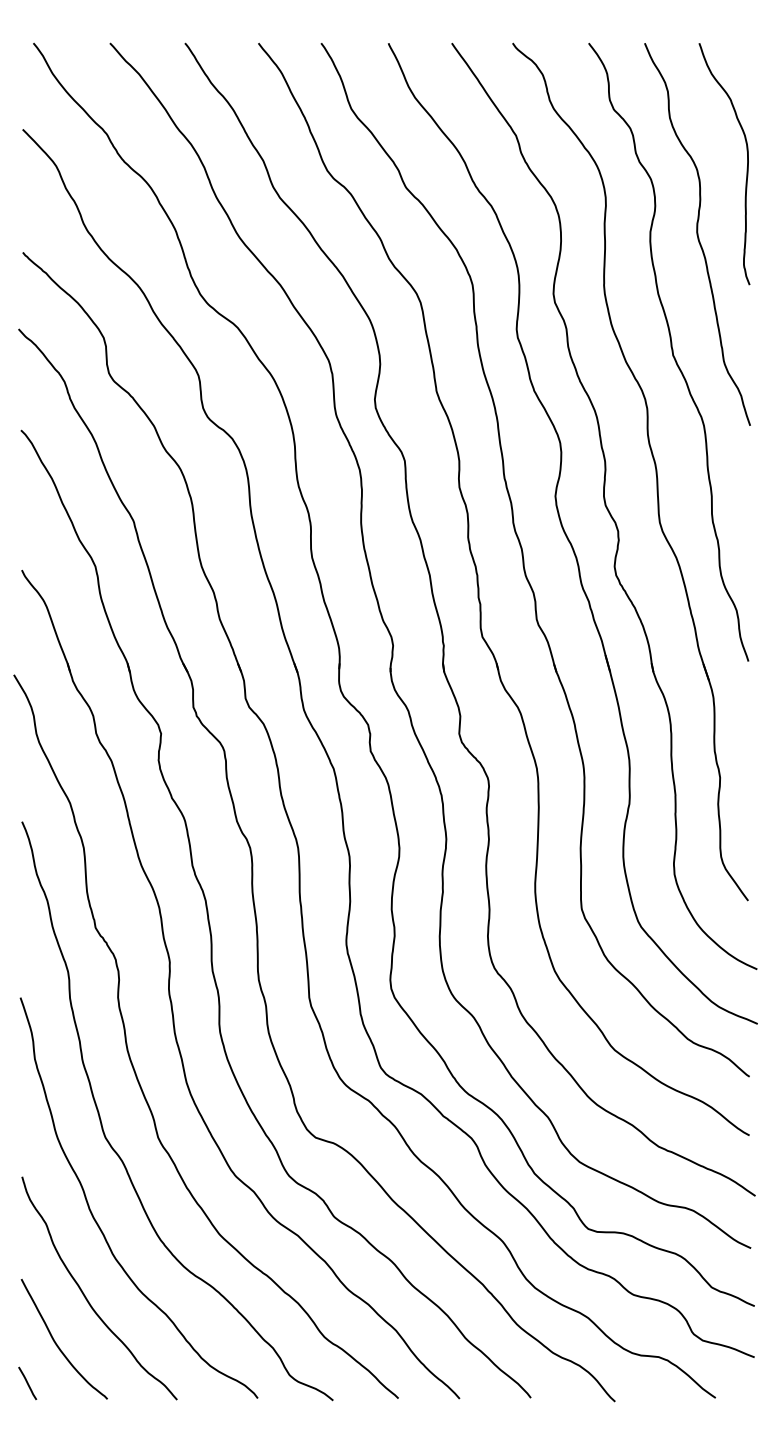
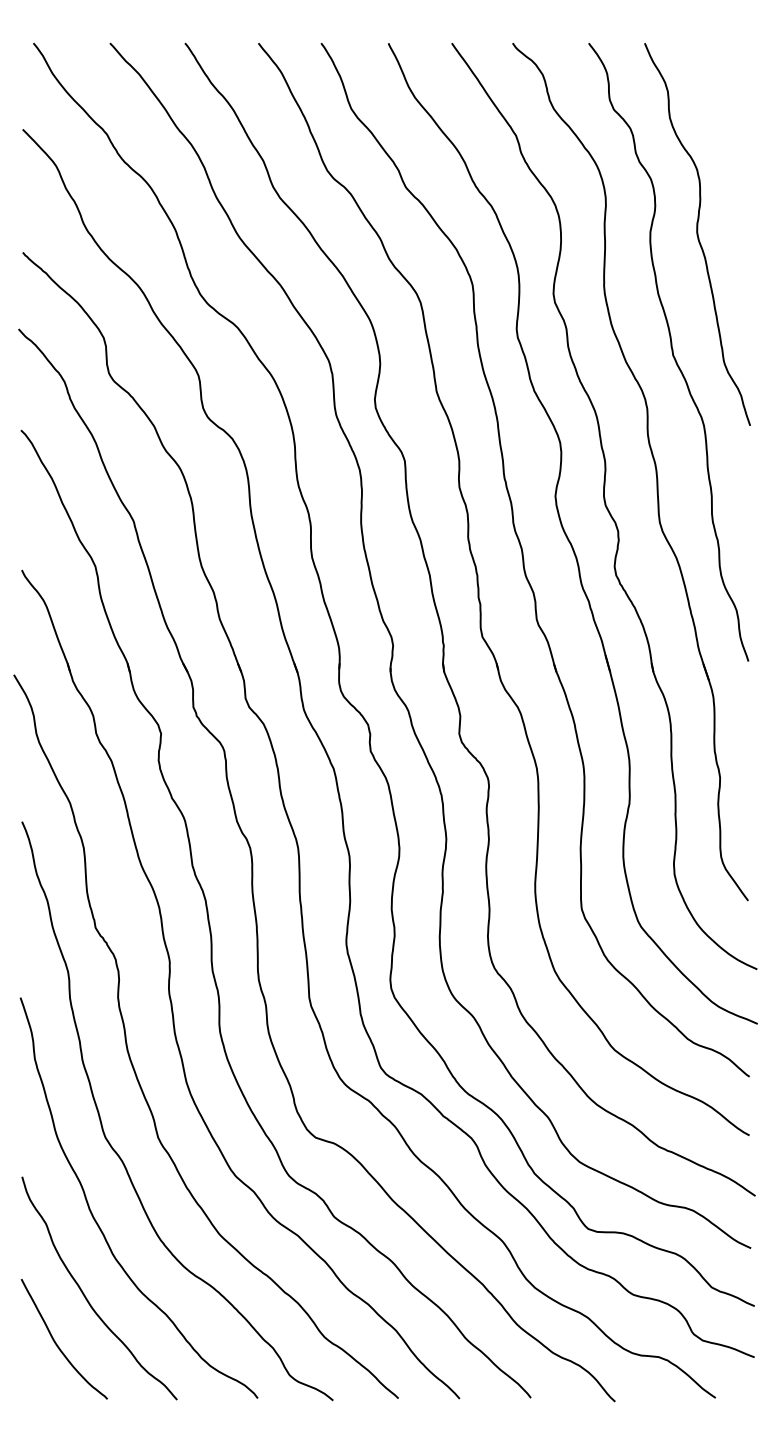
curve at (746, 168): present -> none
line at (27, 1383): present -> none
